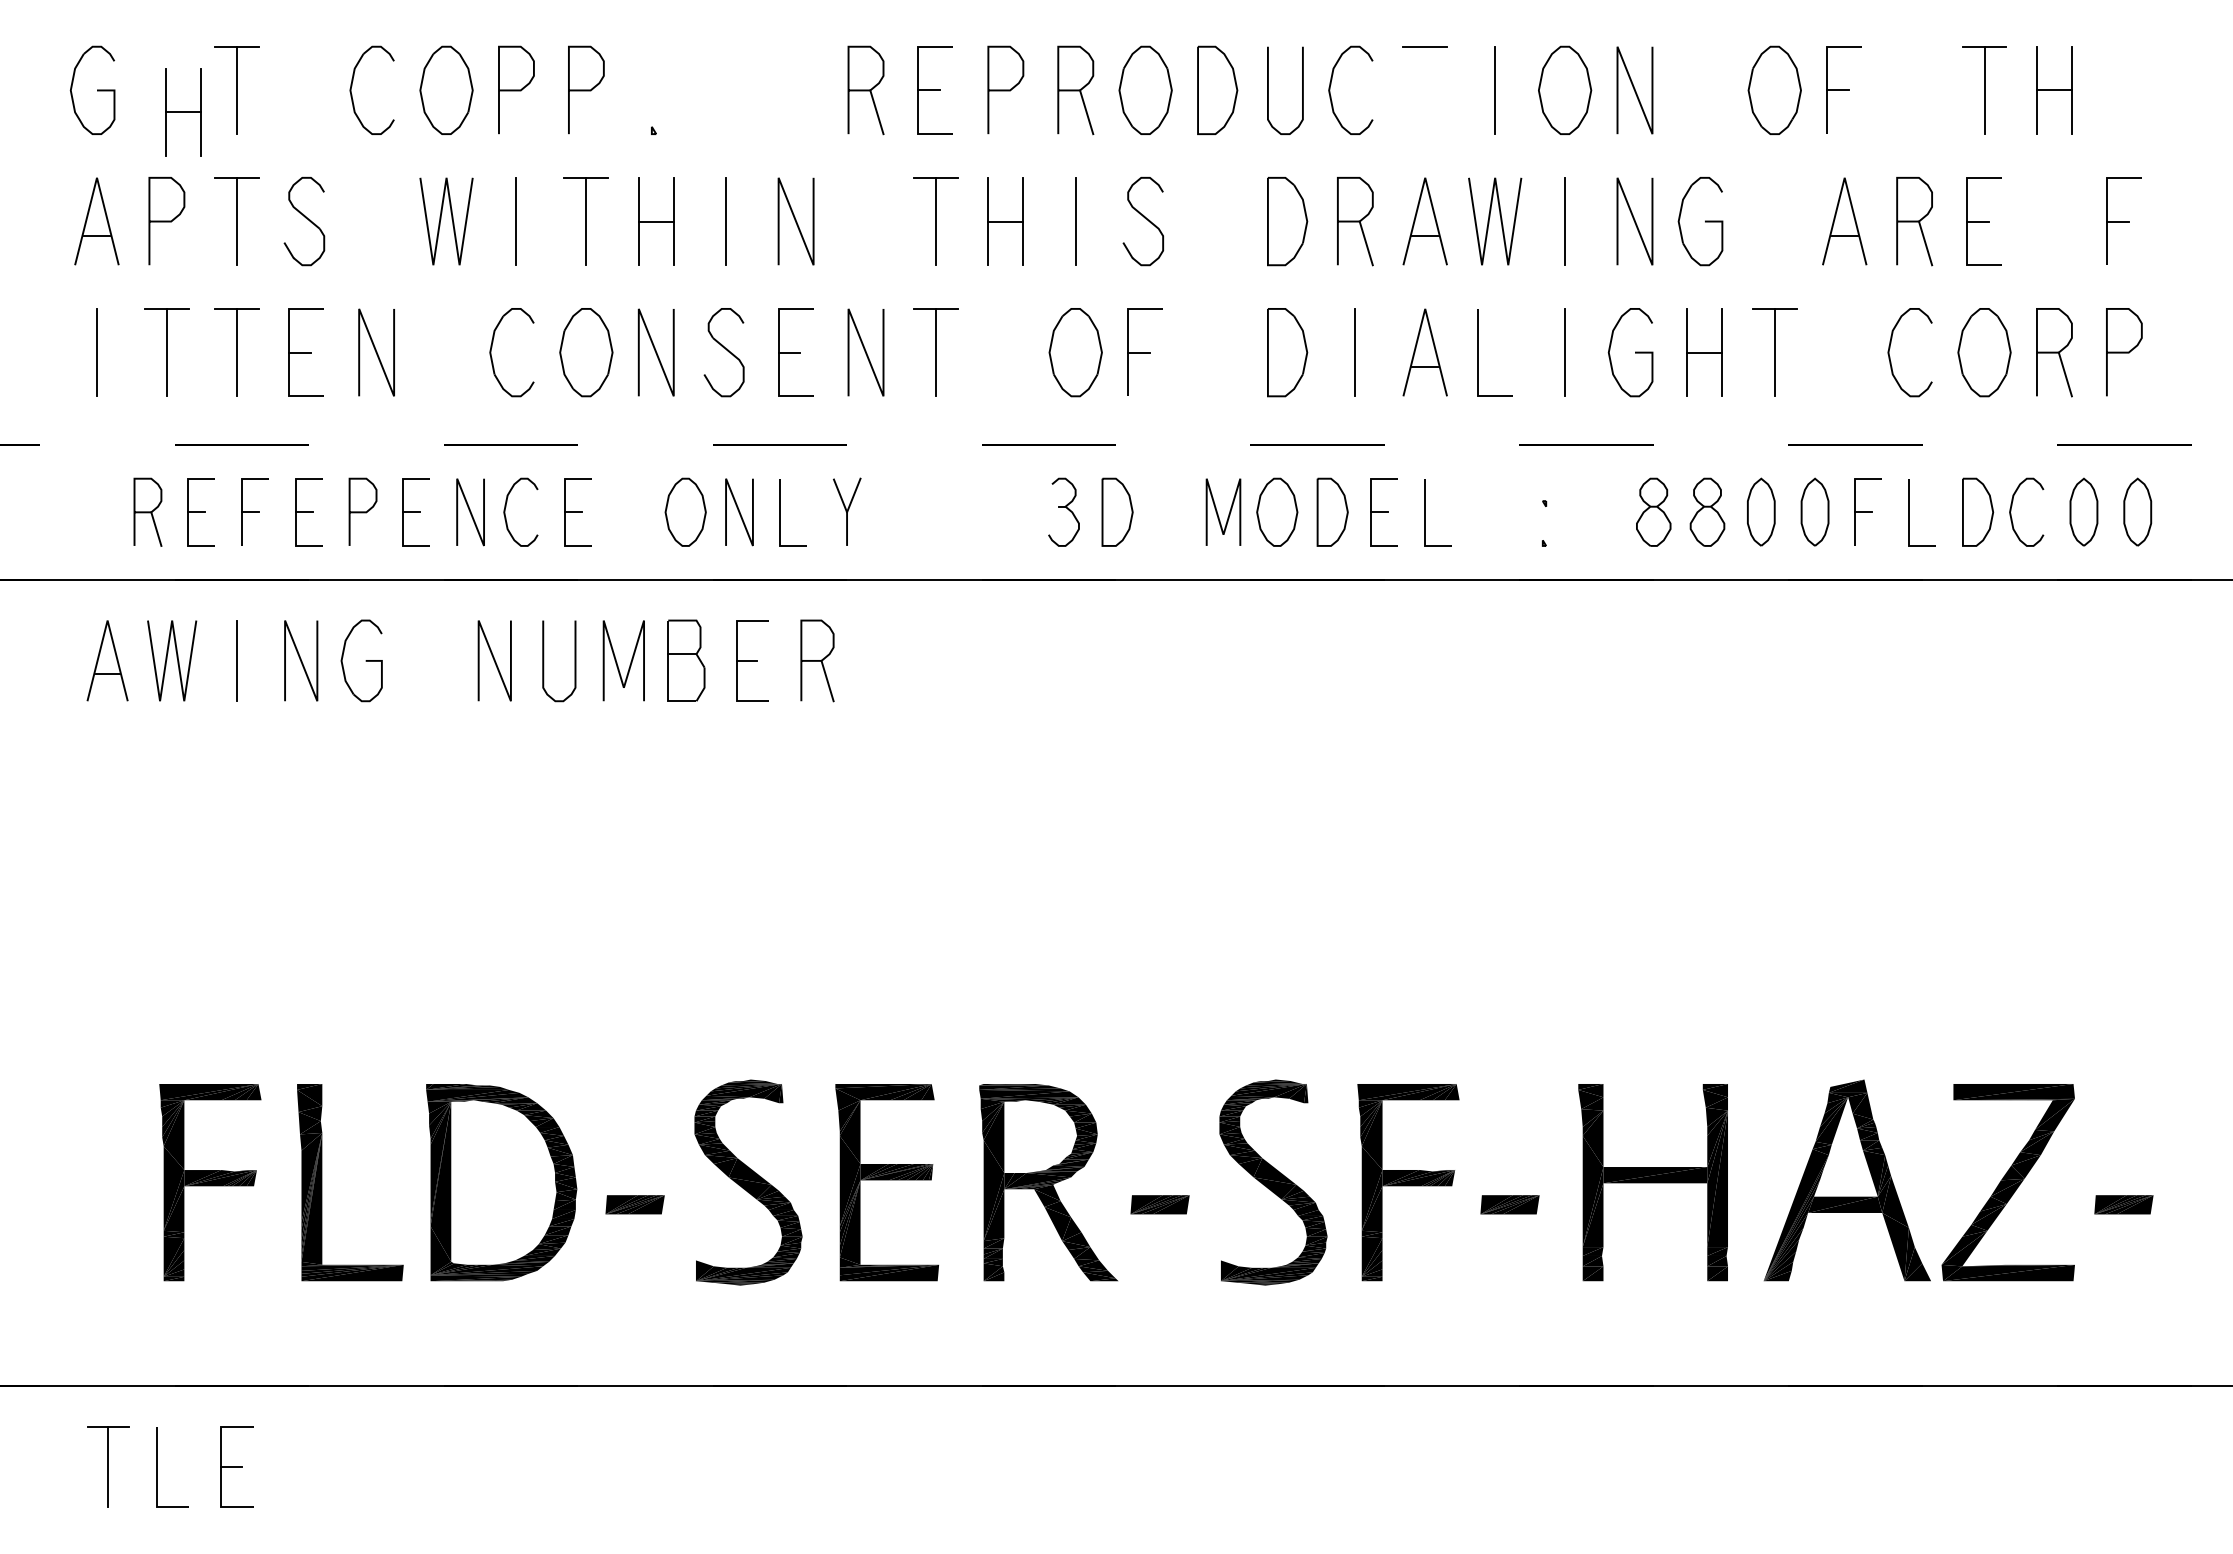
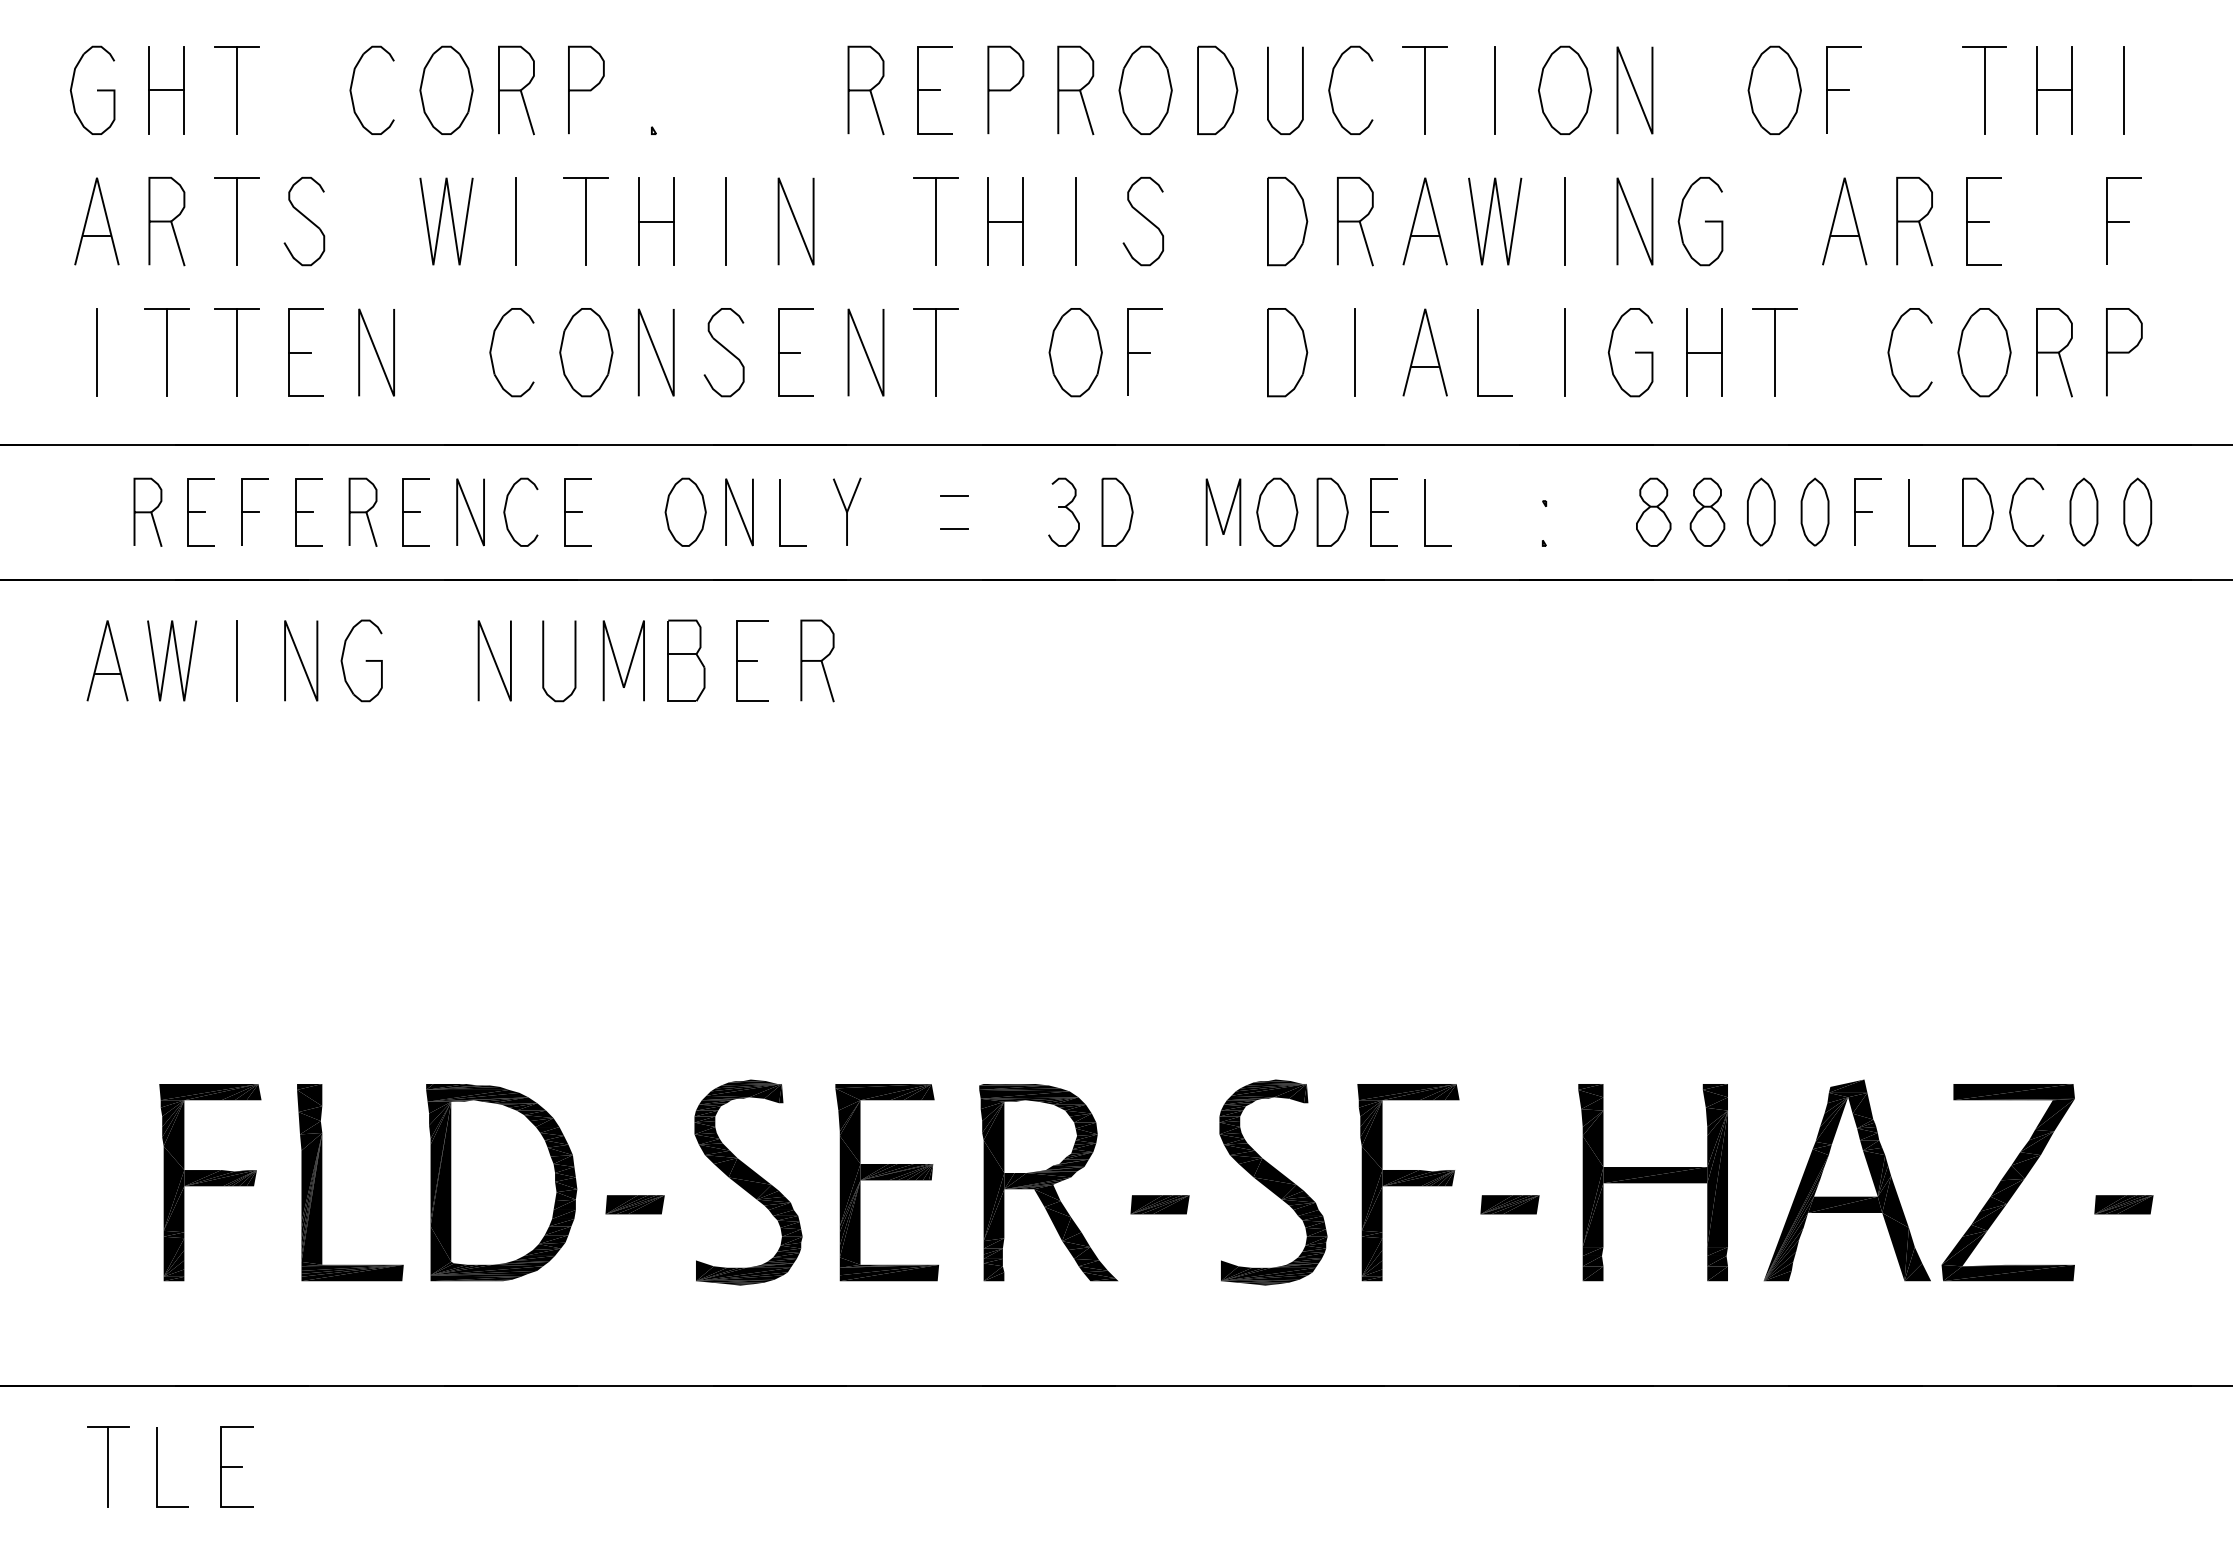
line at (1425, 90): none -> present
line at (2124, 90): none -> present
part at (183, 112) position: (183, 112) -> (166, 90)
line at (526, 112): none -> present
line at (177, 243): none -> present
line at (1116, 445): dashed -> solid
line at (954, 495): none -> present
line at (371, 528): none -> present
line at (954, 528): none -> present
